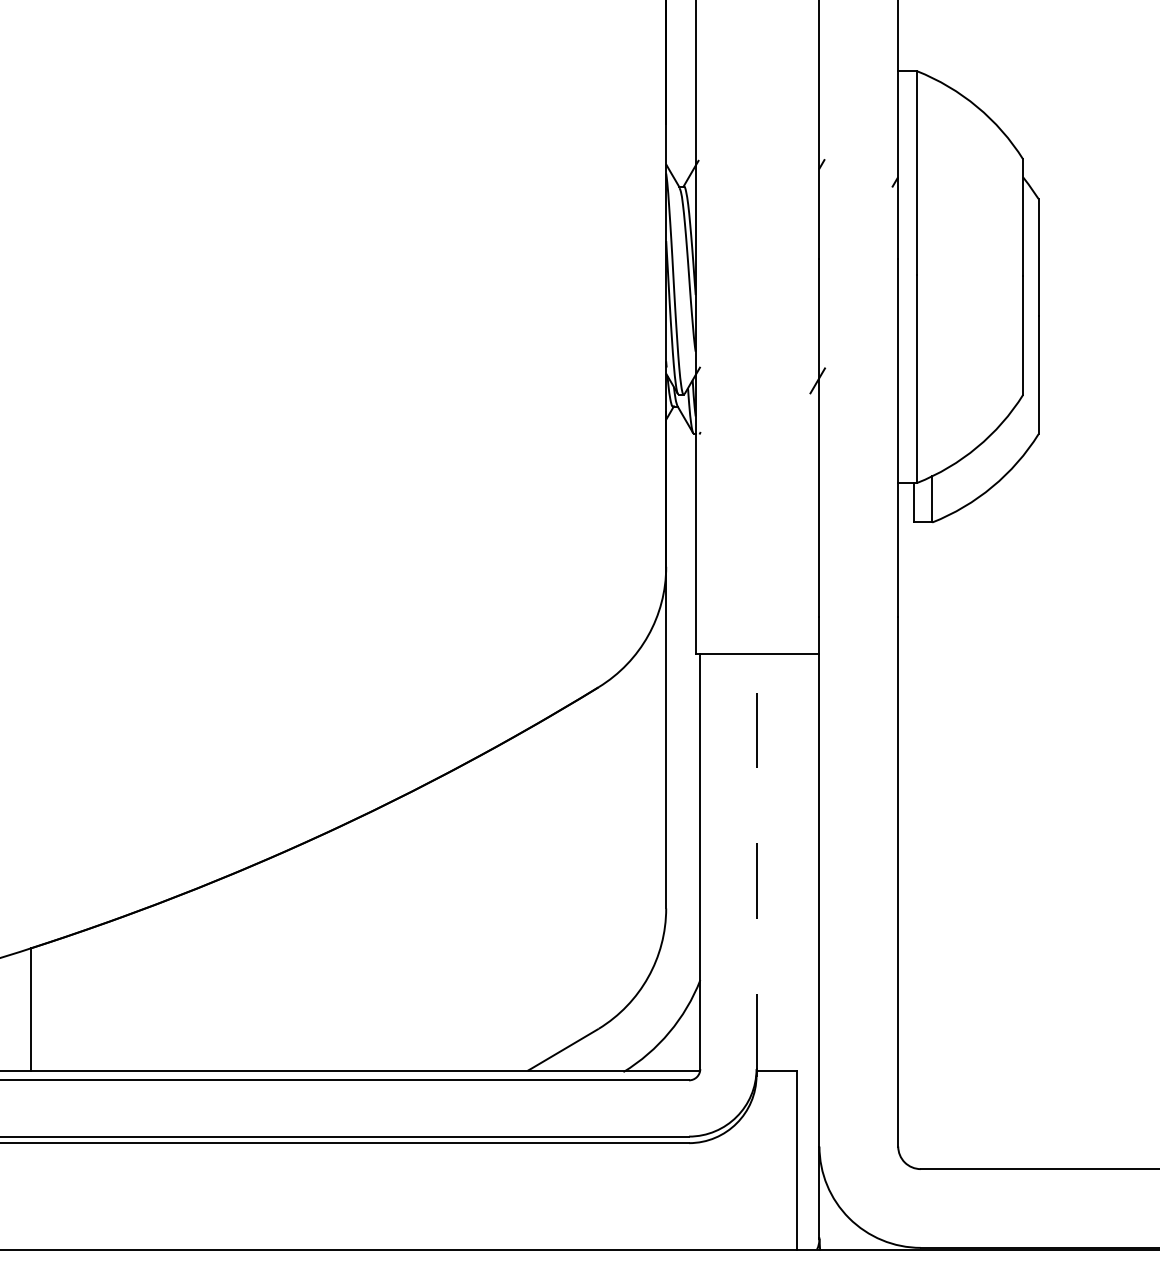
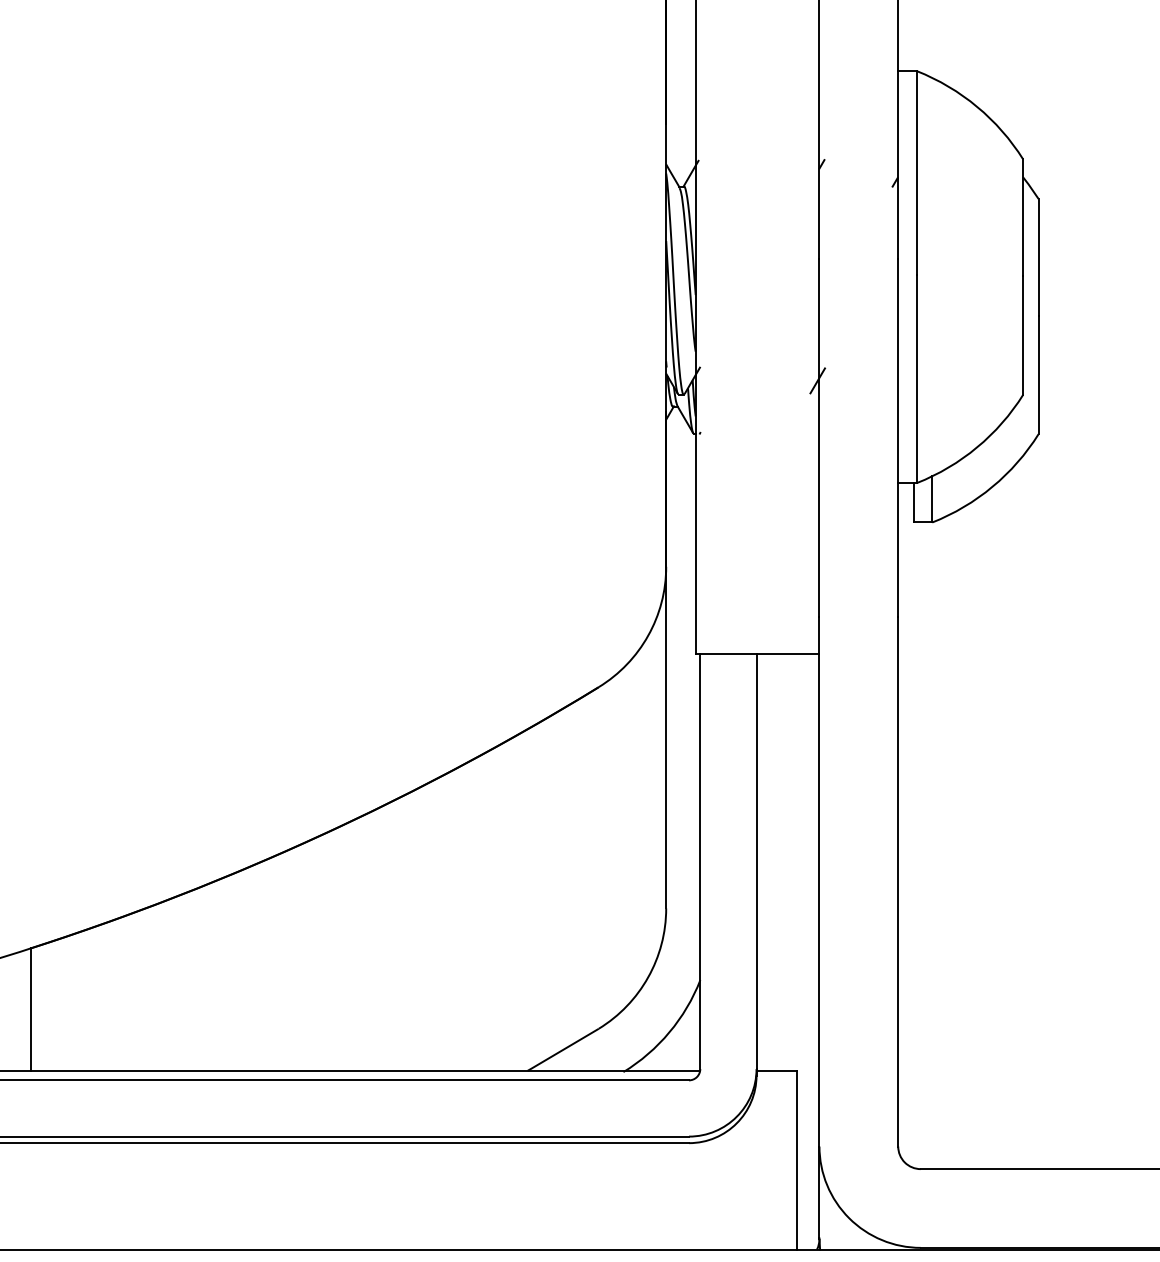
line at (756, 861): dashed -> solid
